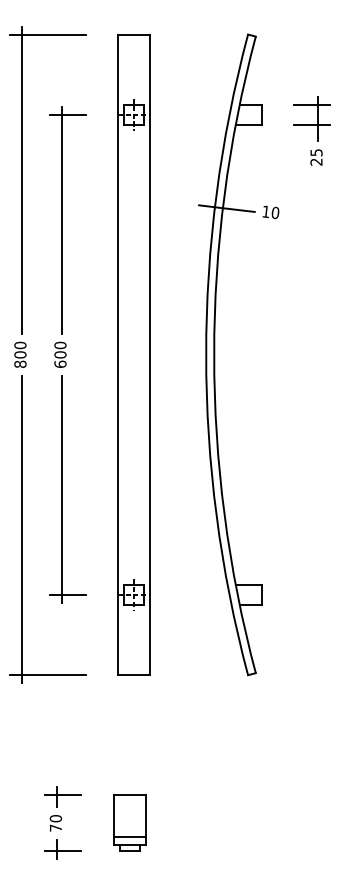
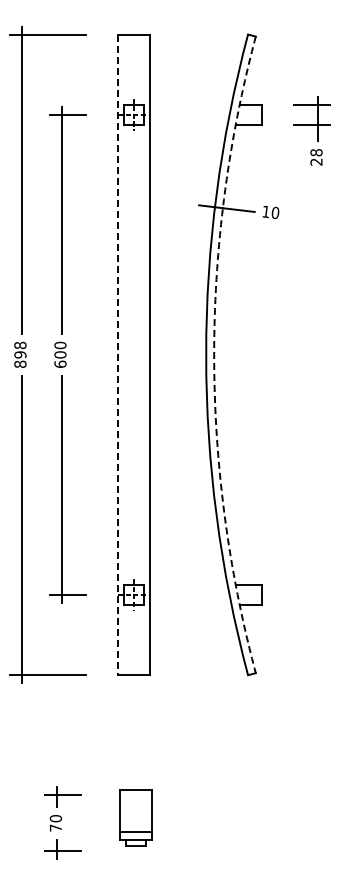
text at (316, 152): 25 -> 28
text at (20, 349): 800 -> 898
arc at (214, 354): solid -> dashed
line at (118, 355): solid -> dashed
part at (129, 822) position: (129, 822) -> (135, 817)
